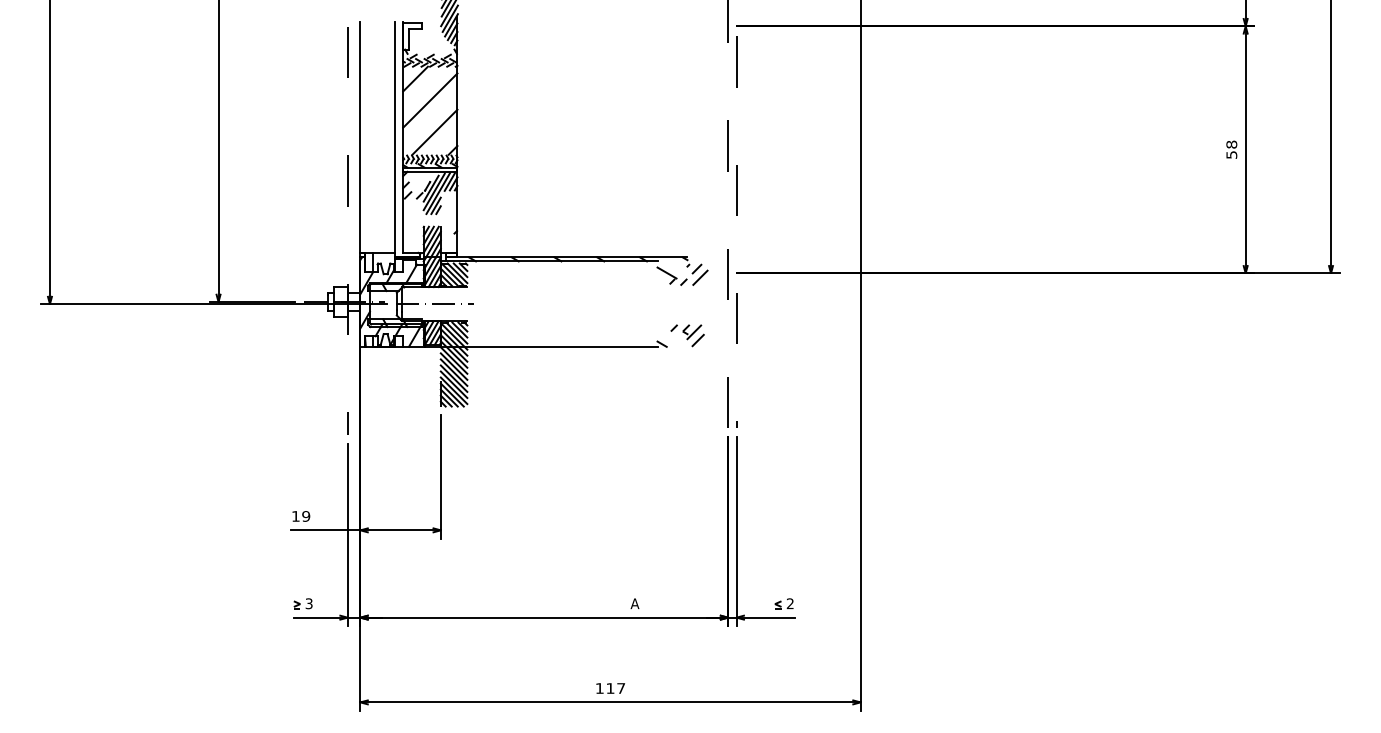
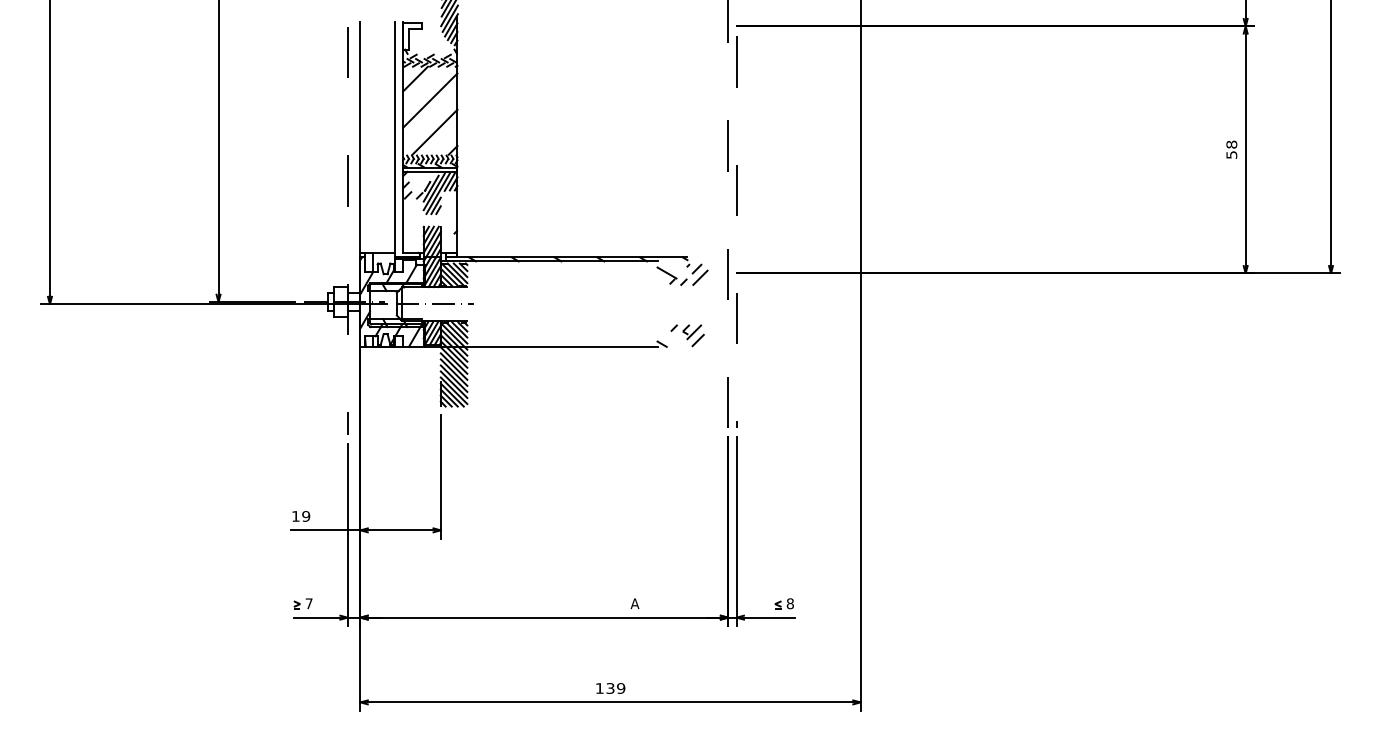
text at (308, 603): 3 -> 7
text at (789, 603): 2 -> 8
text at (615, 688): 117 -> 139
